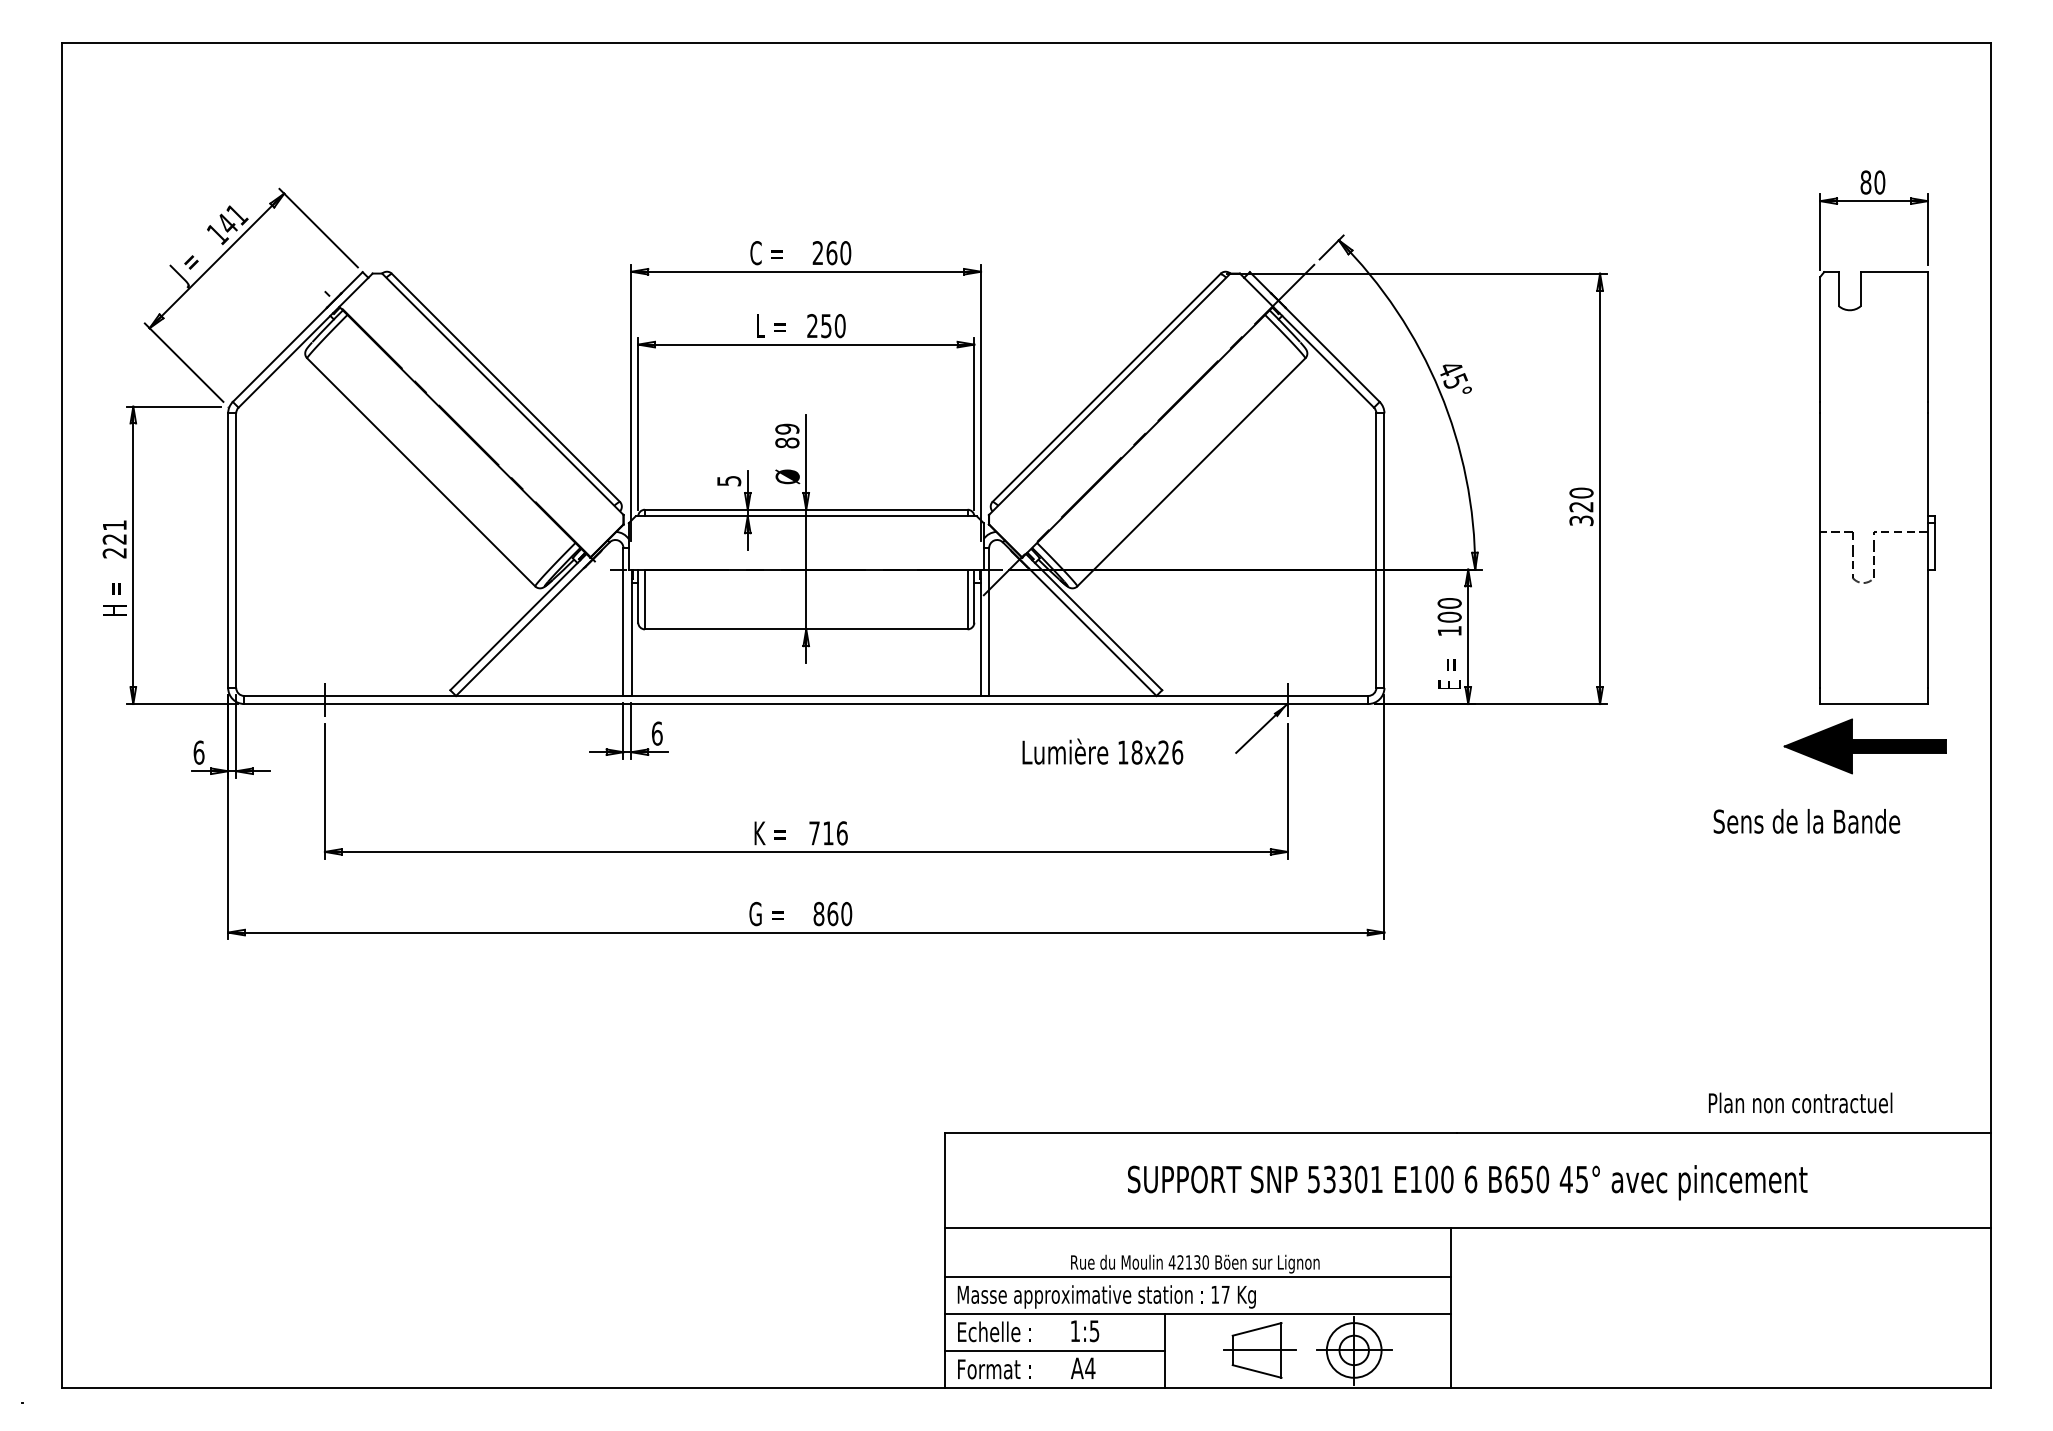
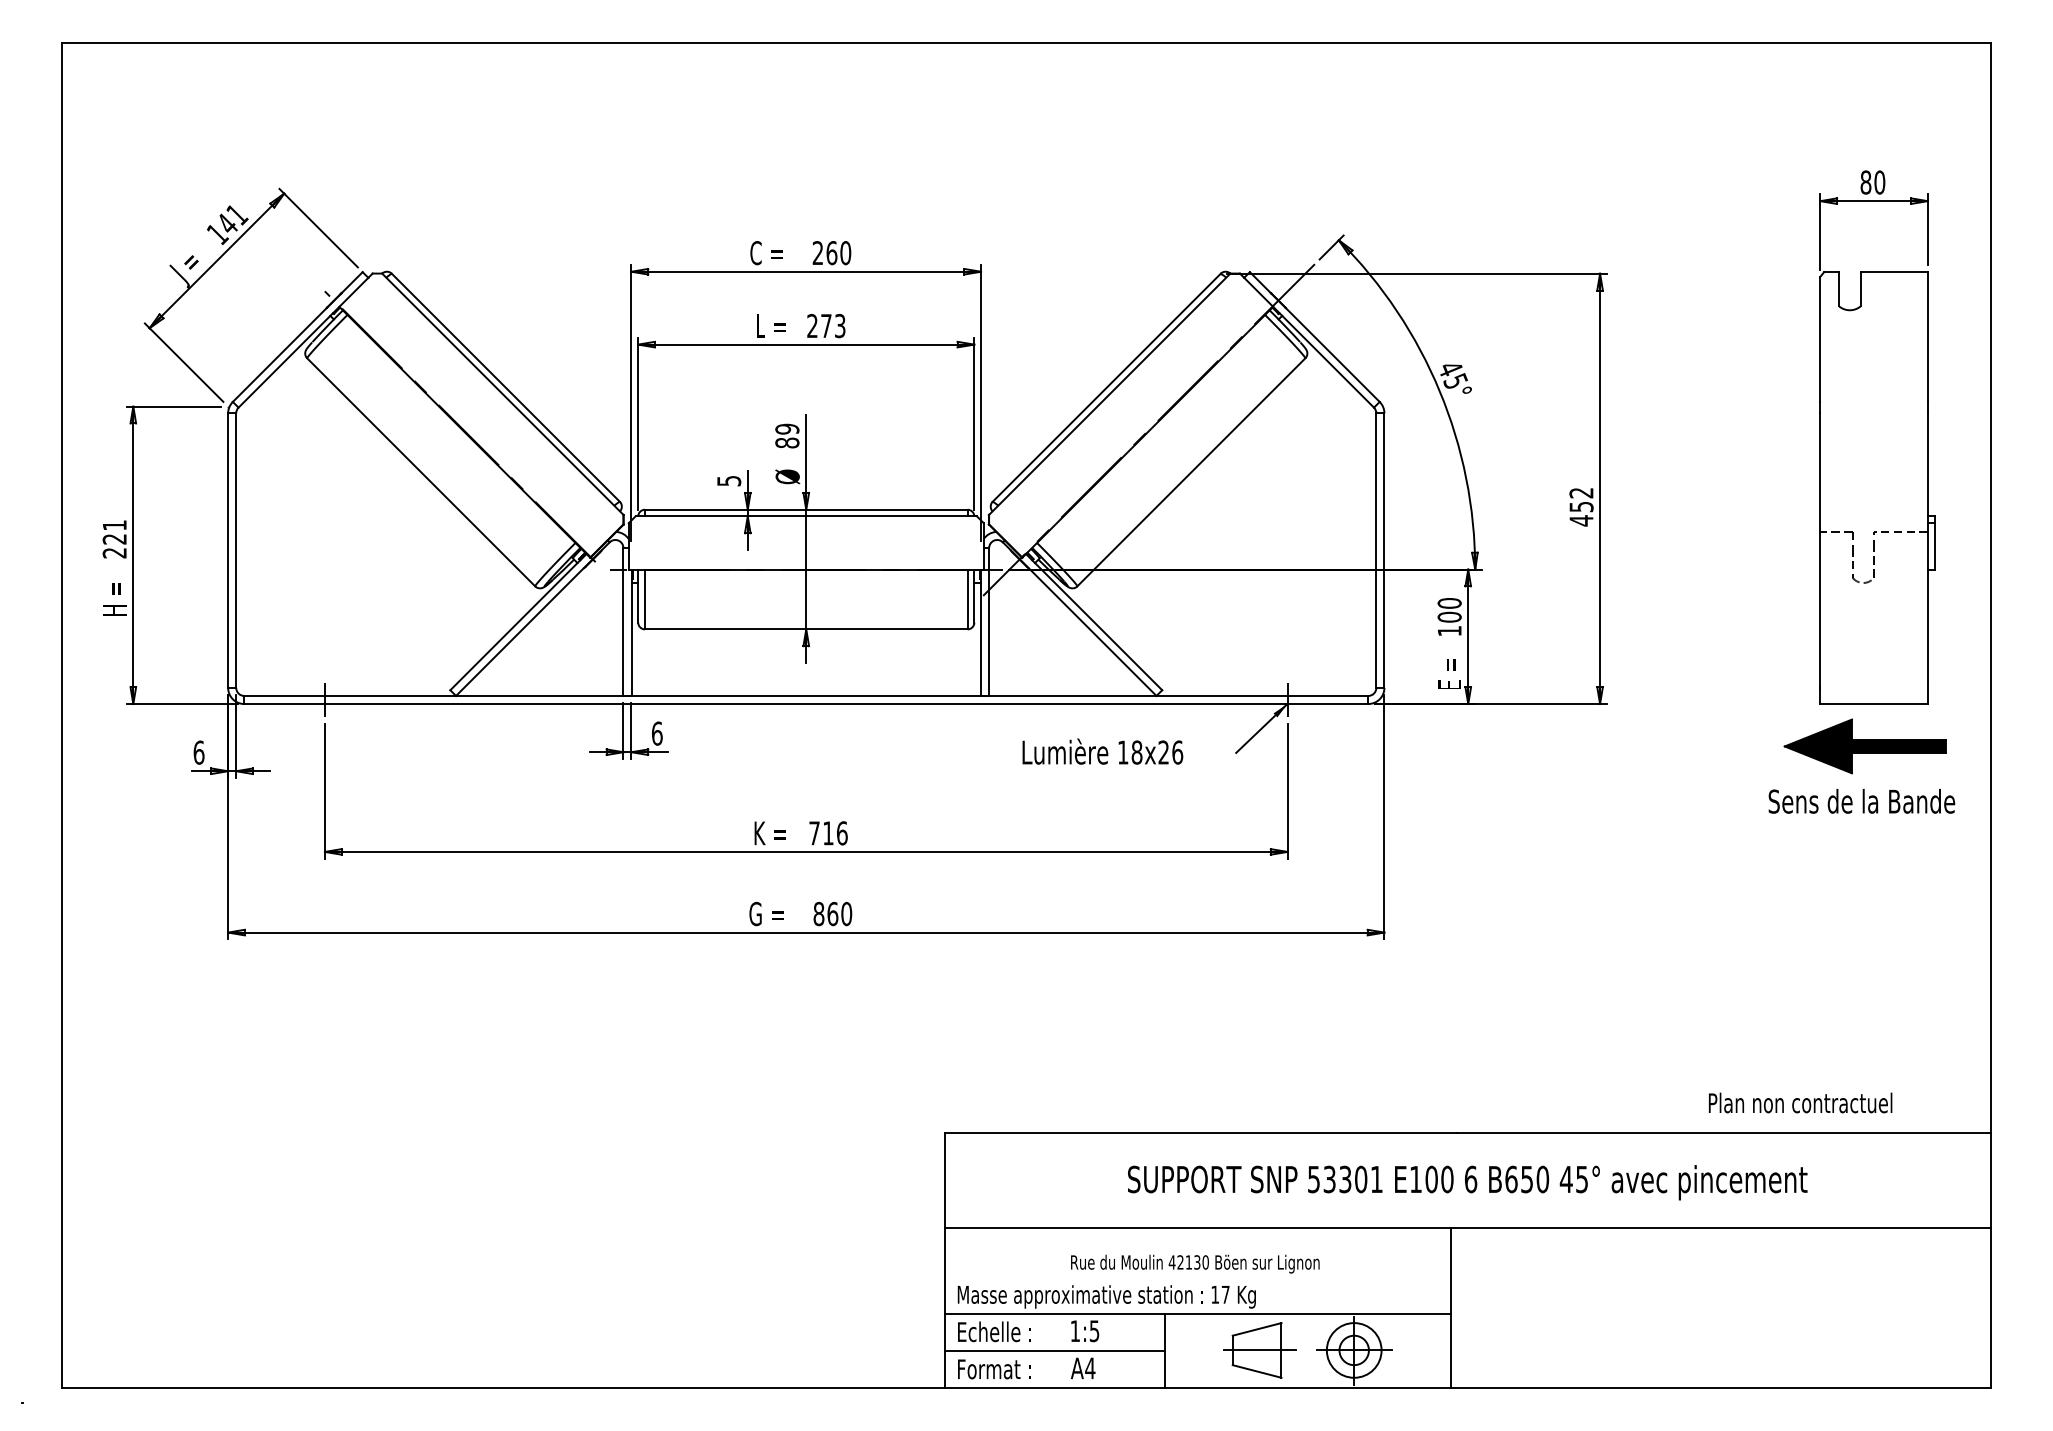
text at (833, 326): 250 -> 273
text at (1581, 506): 320 -> 452
text at (1806, 821) position: (1806, 821) -> (1861, 801)
line at (1198, 1277): present -> none
